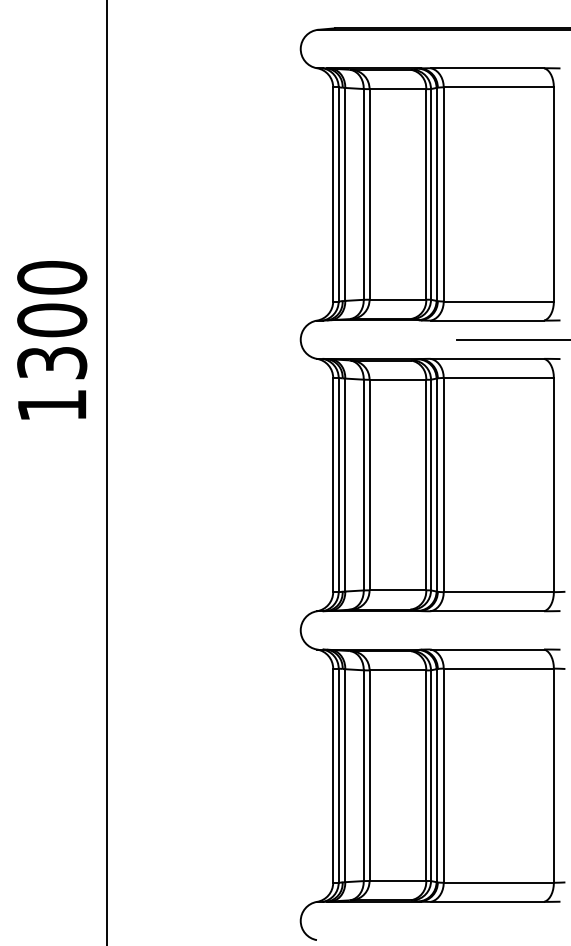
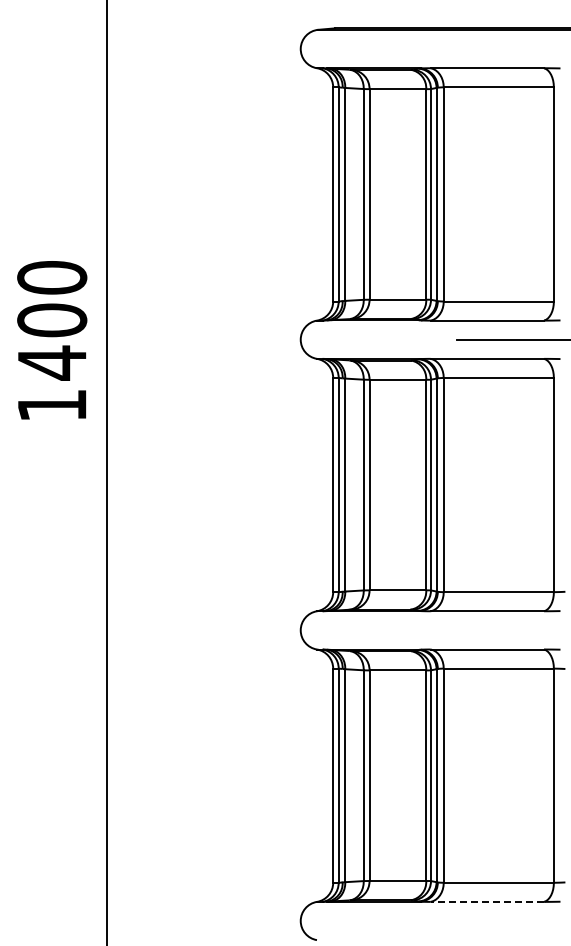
text at (52, 362): 1300 -> 1400
line at (487, 901): solid -> dashed
